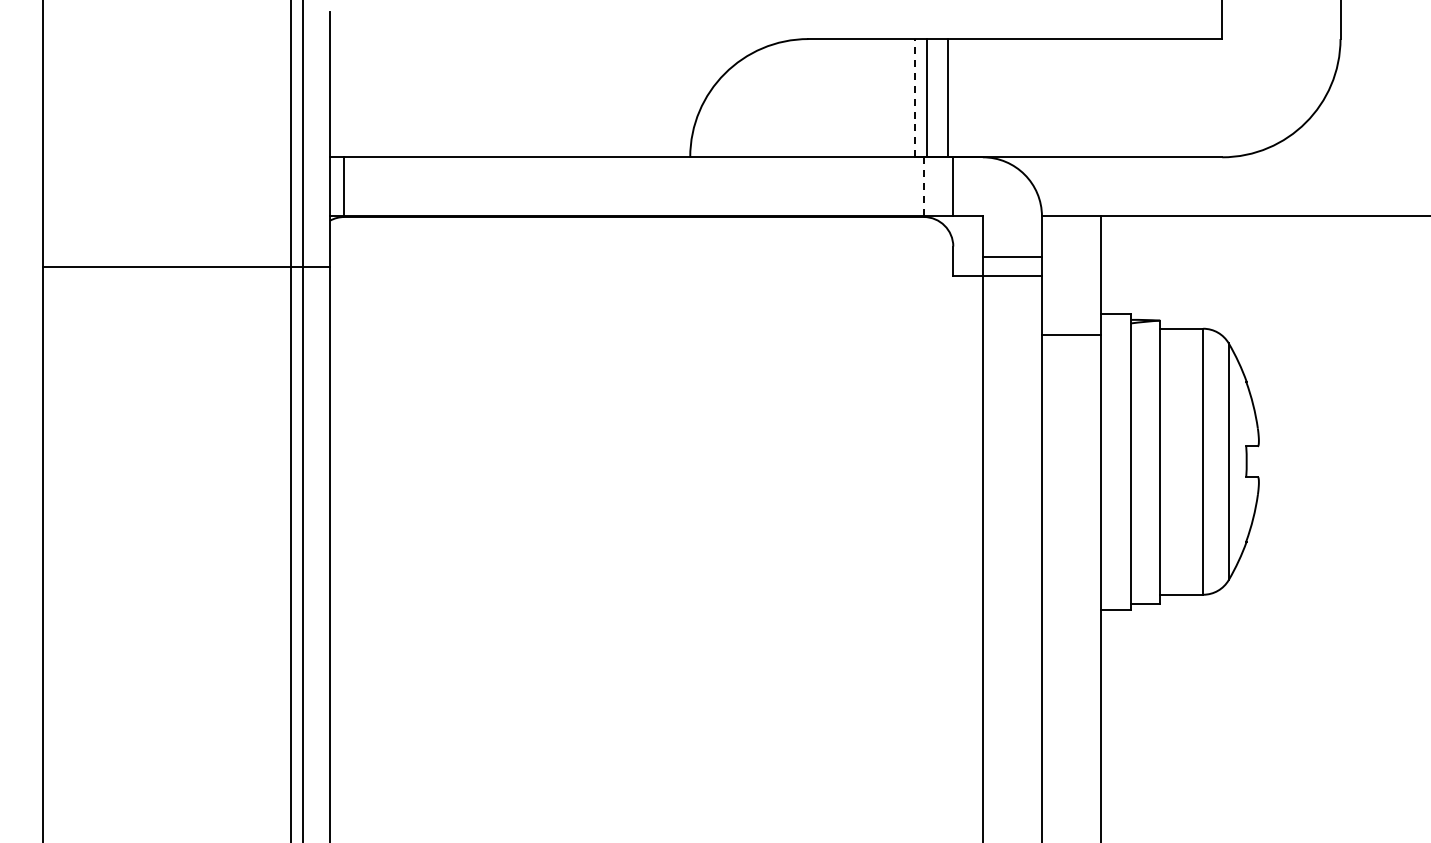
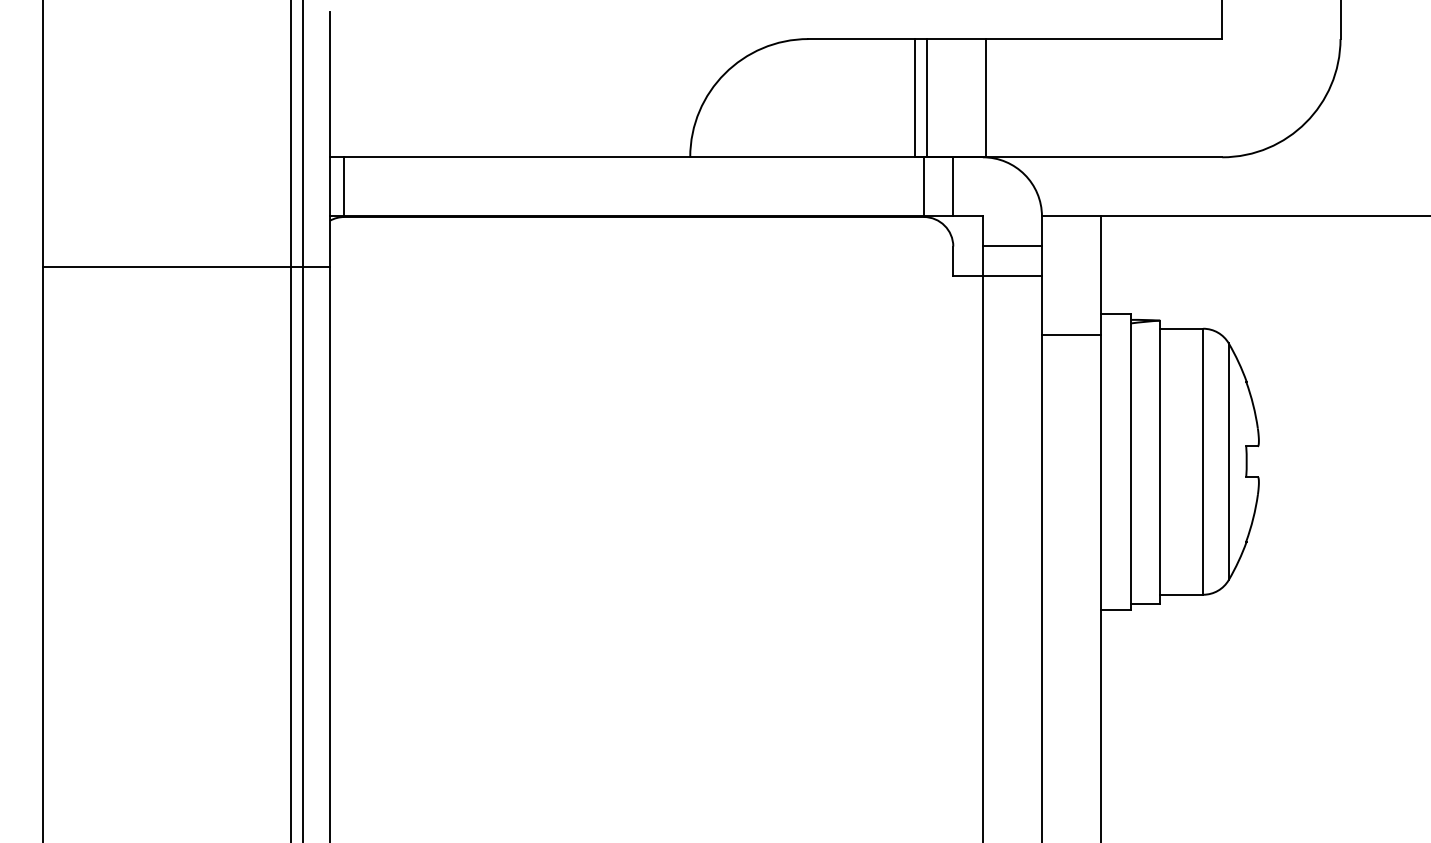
line at (914, 97): dashed -> solid
line at (947, 98) position: (947, 98) -> (985, 98)
line at (923, 186): dashed -> solid
line at (1011, 256) position: (1011, 256) -> (1011, 245)
